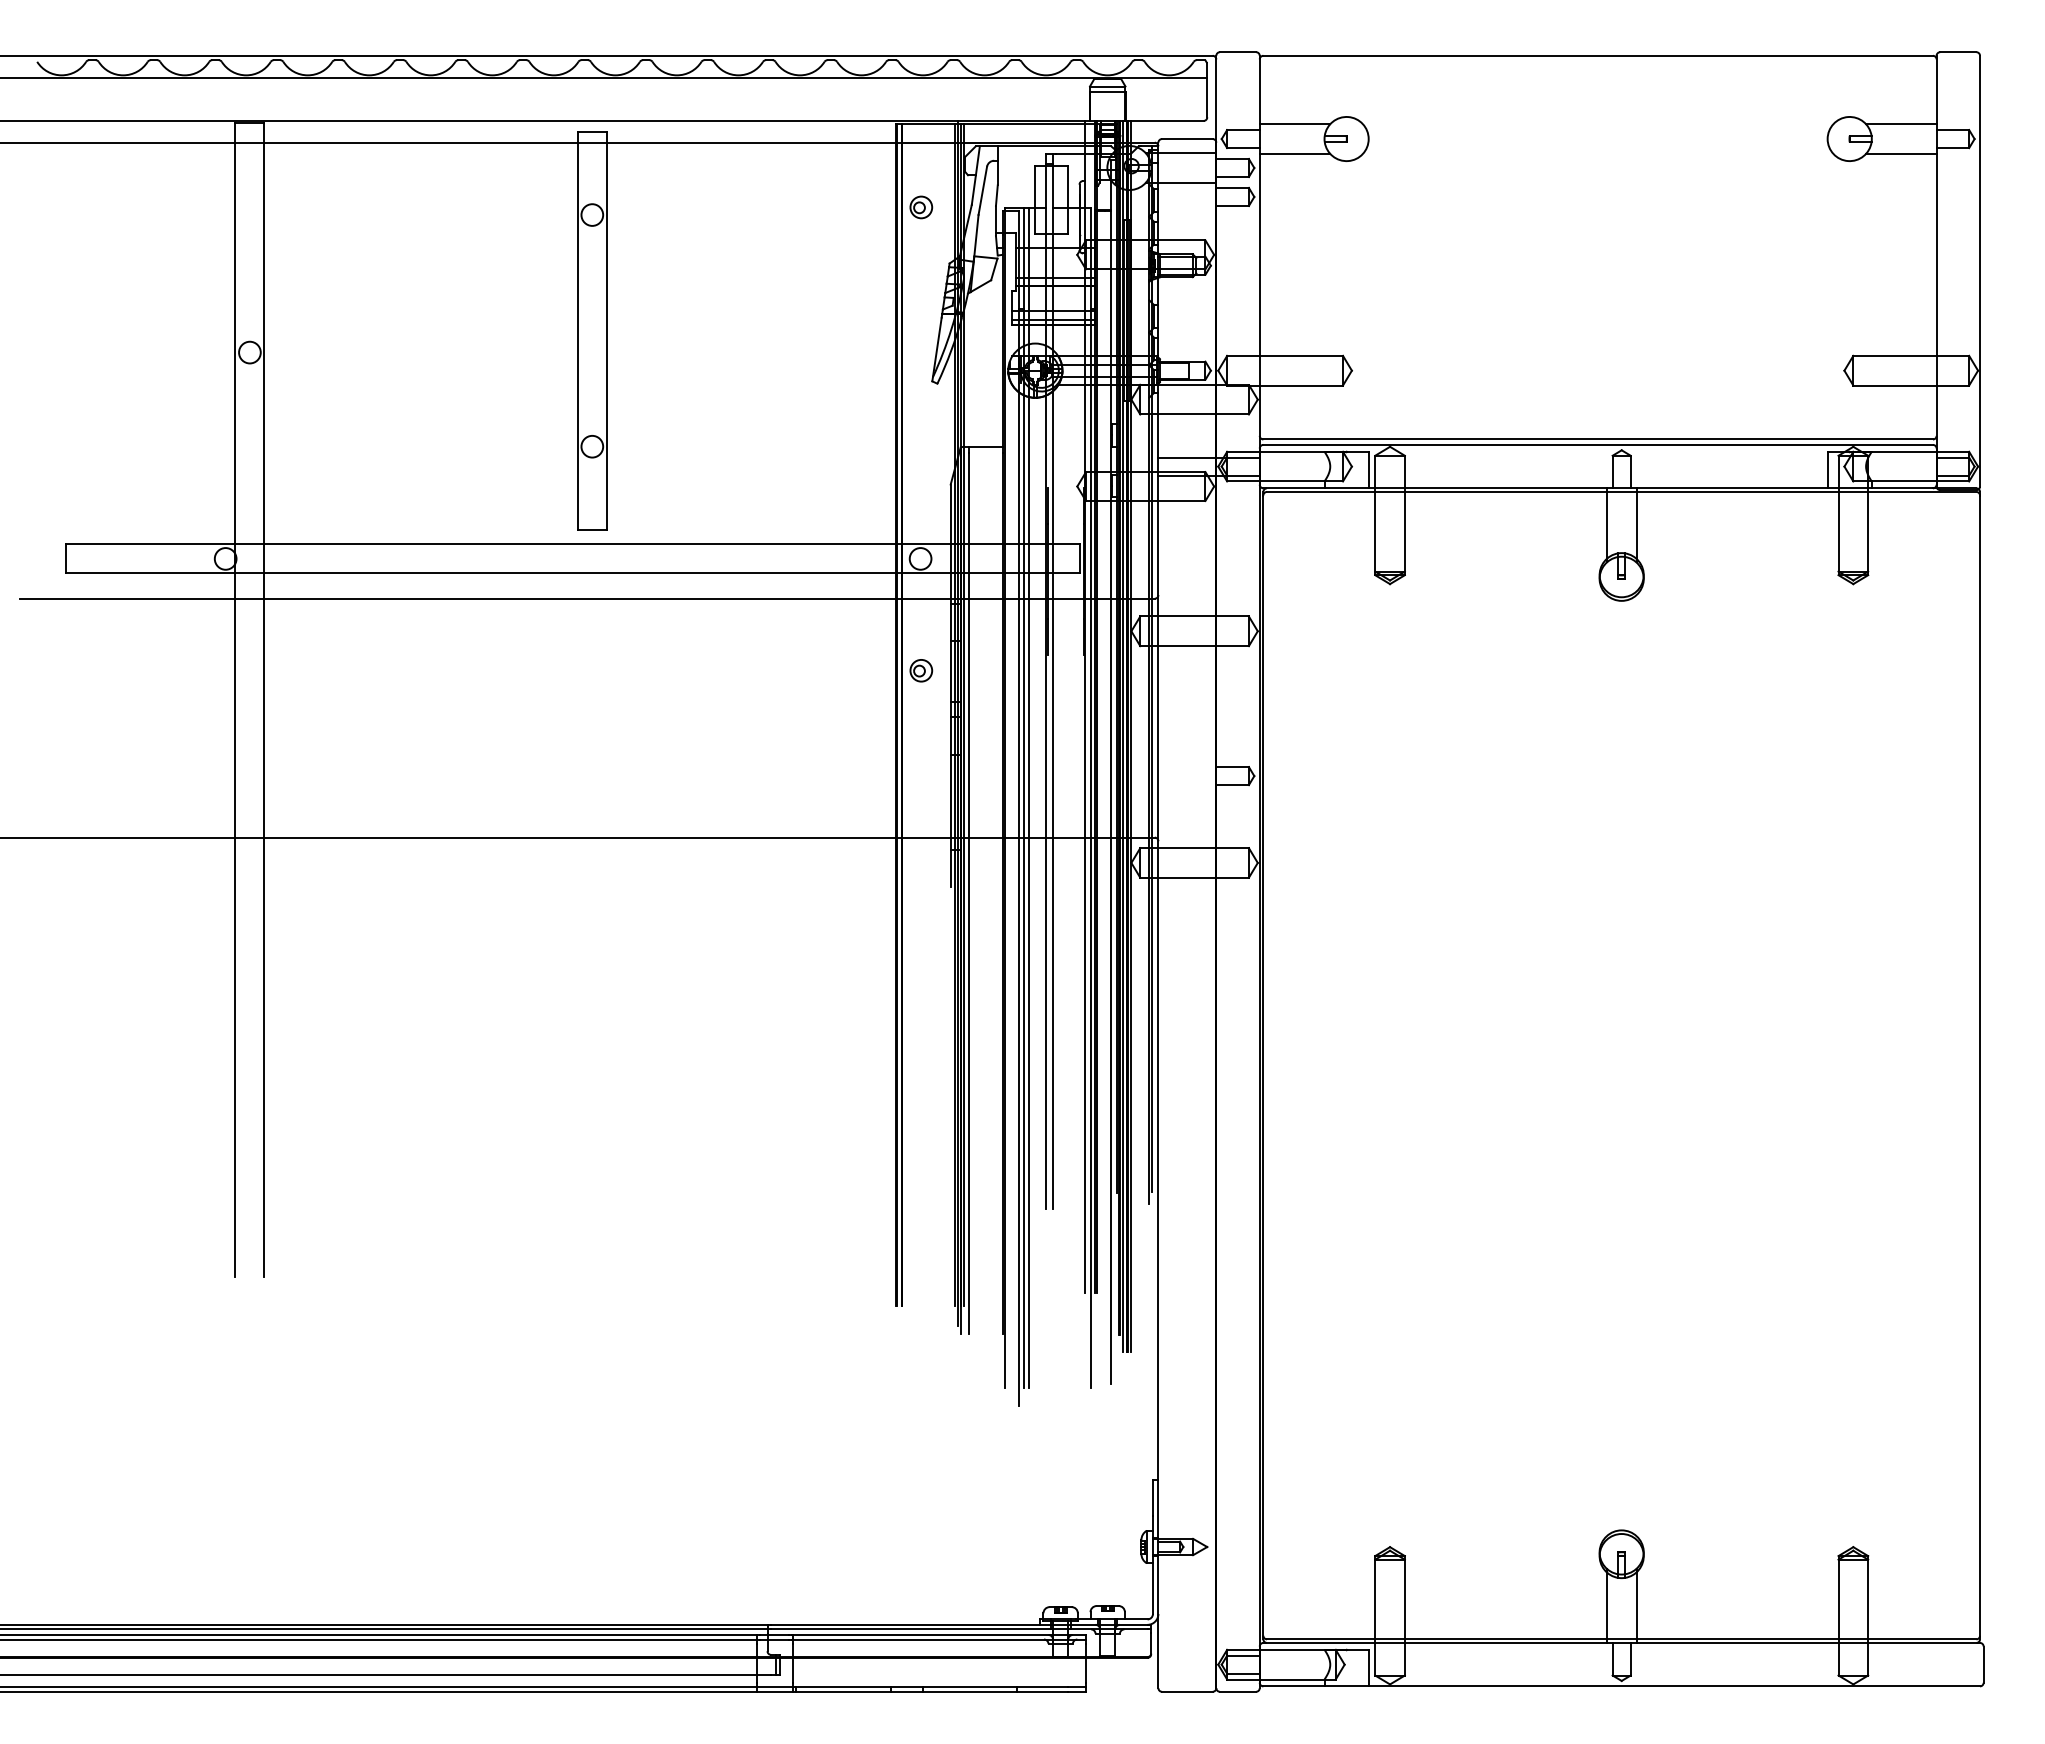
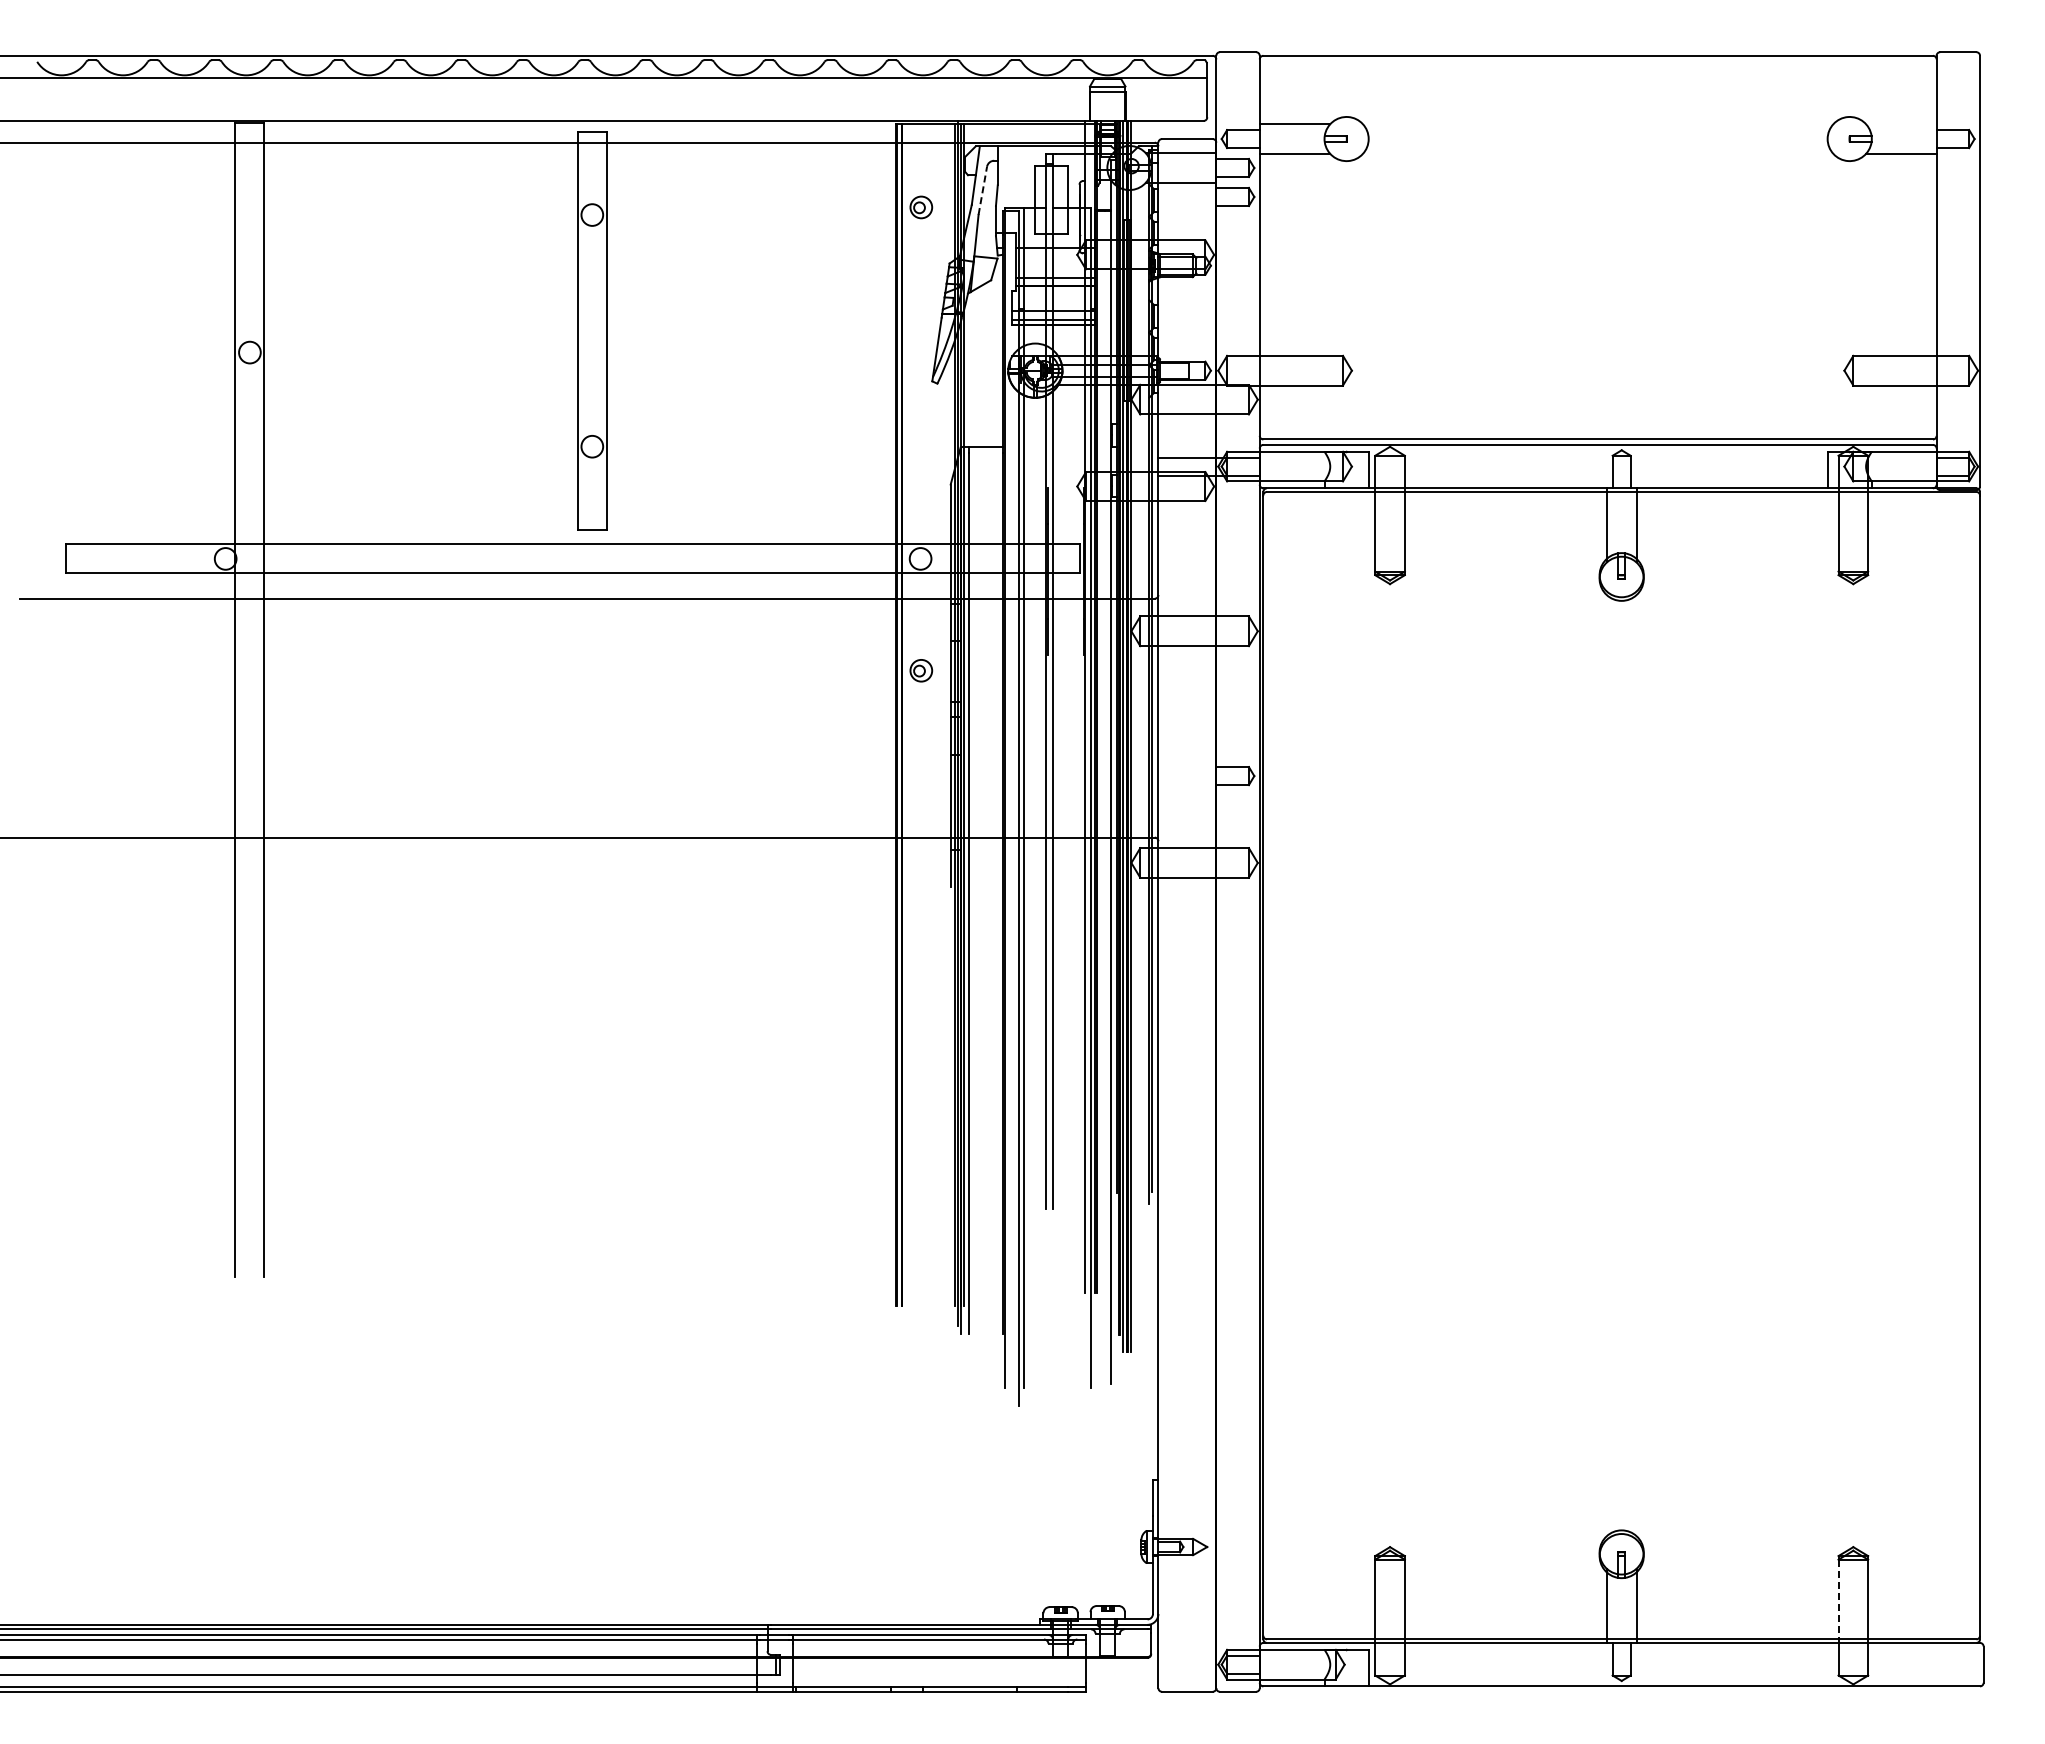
line at (1901, 124): present -> none
line at (982, 190): solid -> dashed
line at (1029, 797): present -> none
line at (1838, 1601): solid -> dashed
